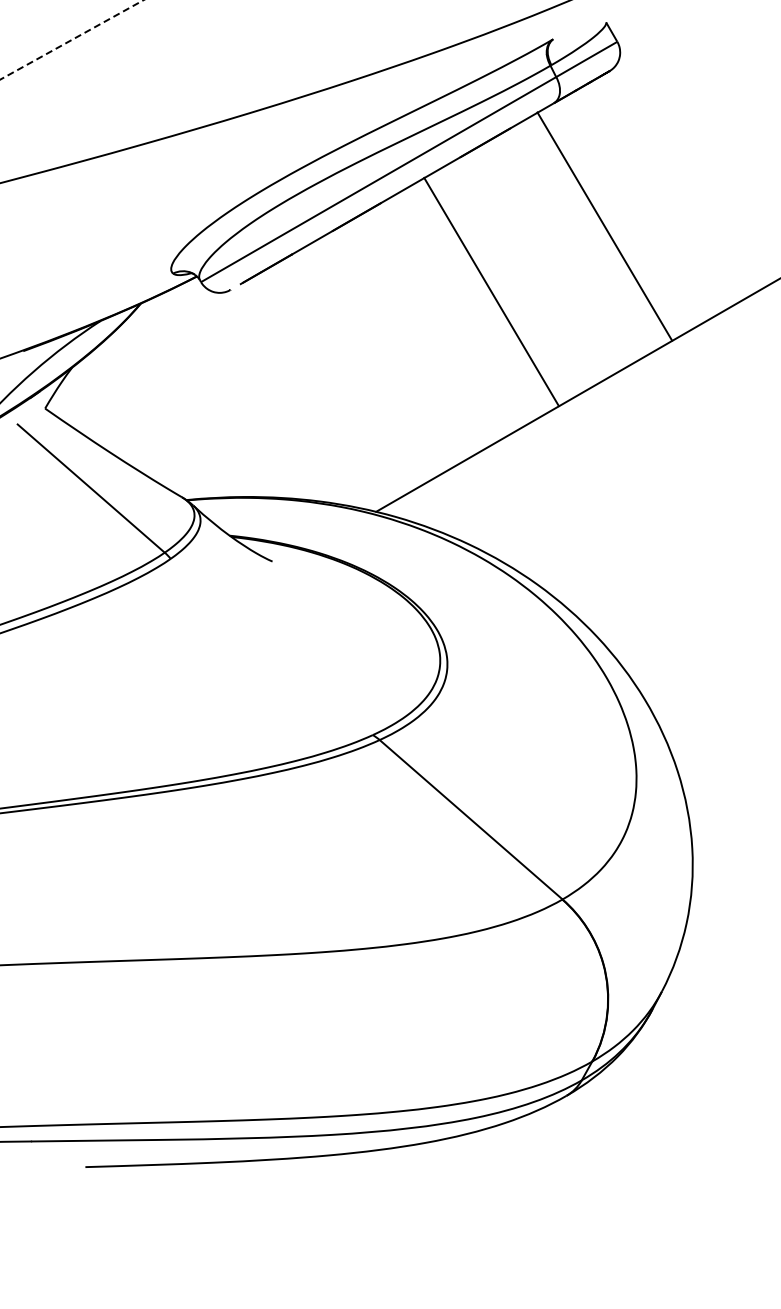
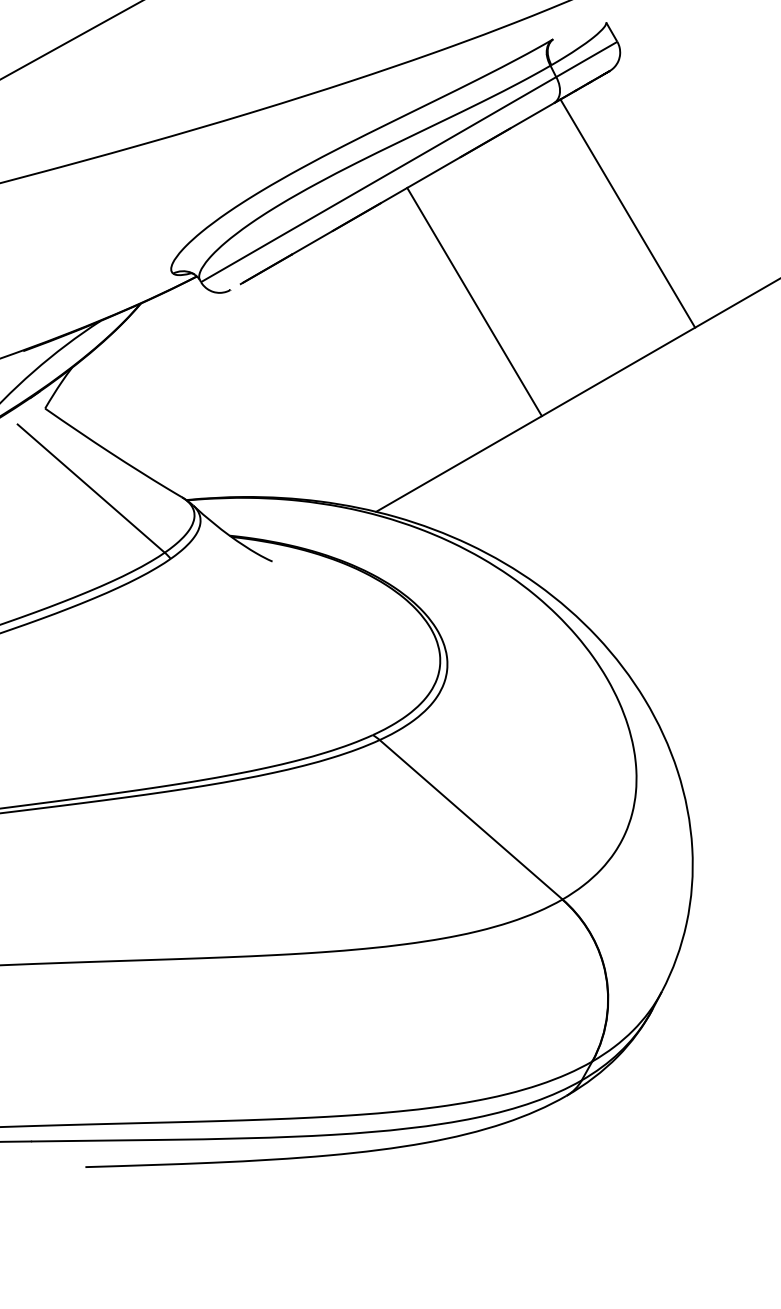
line at (71, 39): dashed -> solid
line at (604, 226) position: (604, 226) -> (627, 213)
line at (491, 291) position: (491, 291) -> (474, 301)
